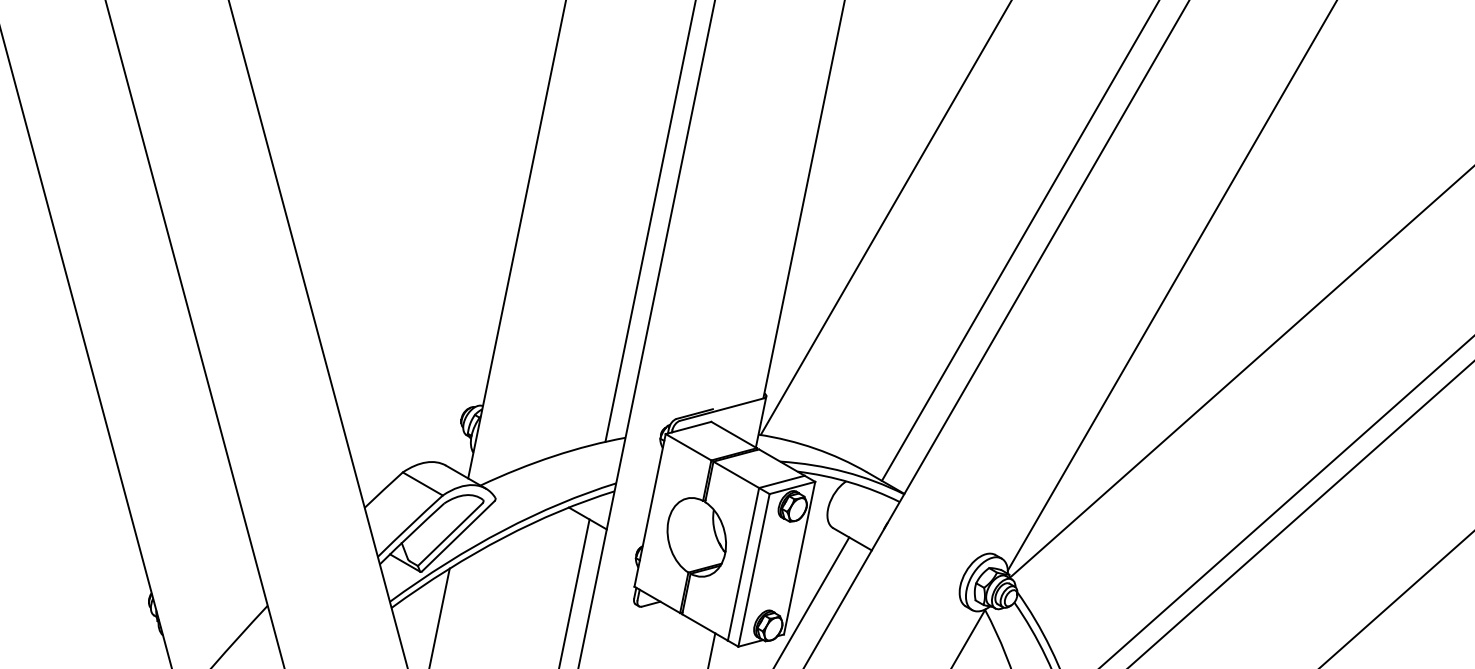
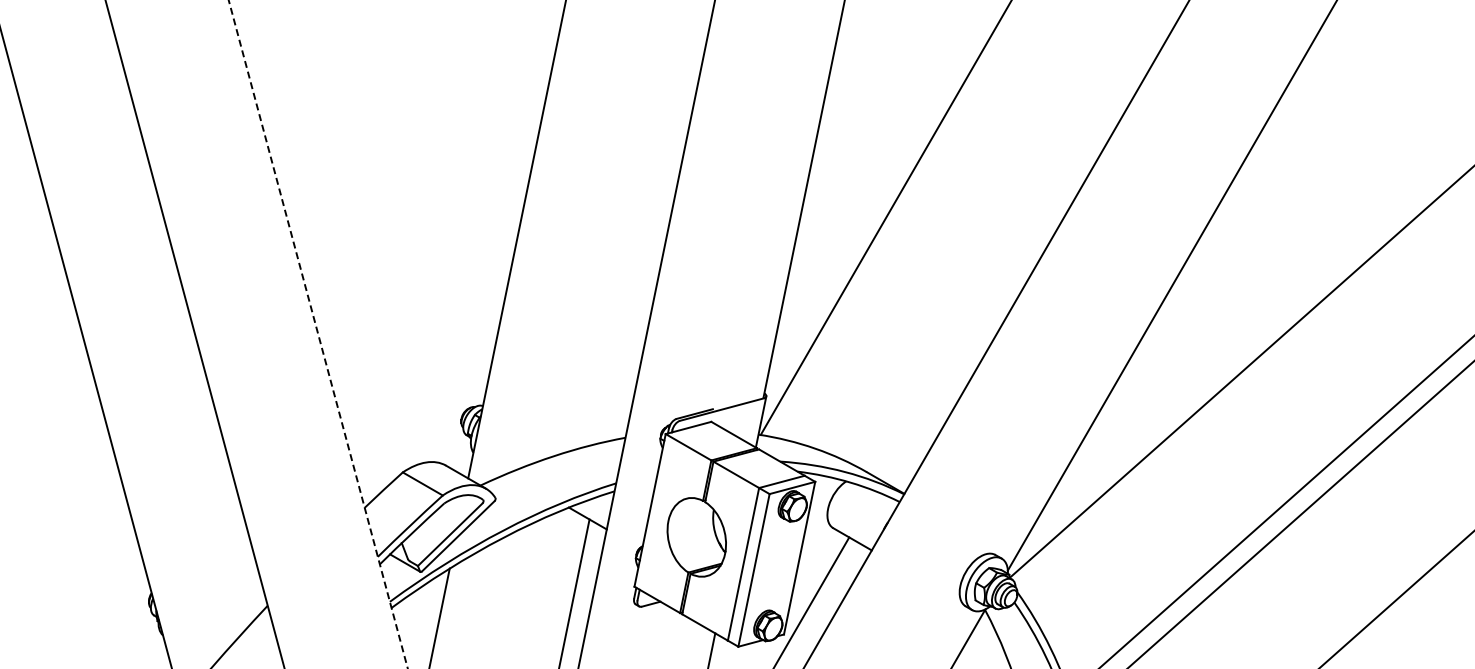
line at (650, 221): present -> none
line at (1019, 241): present -> none
line at (318, 334): solid -> dashed
